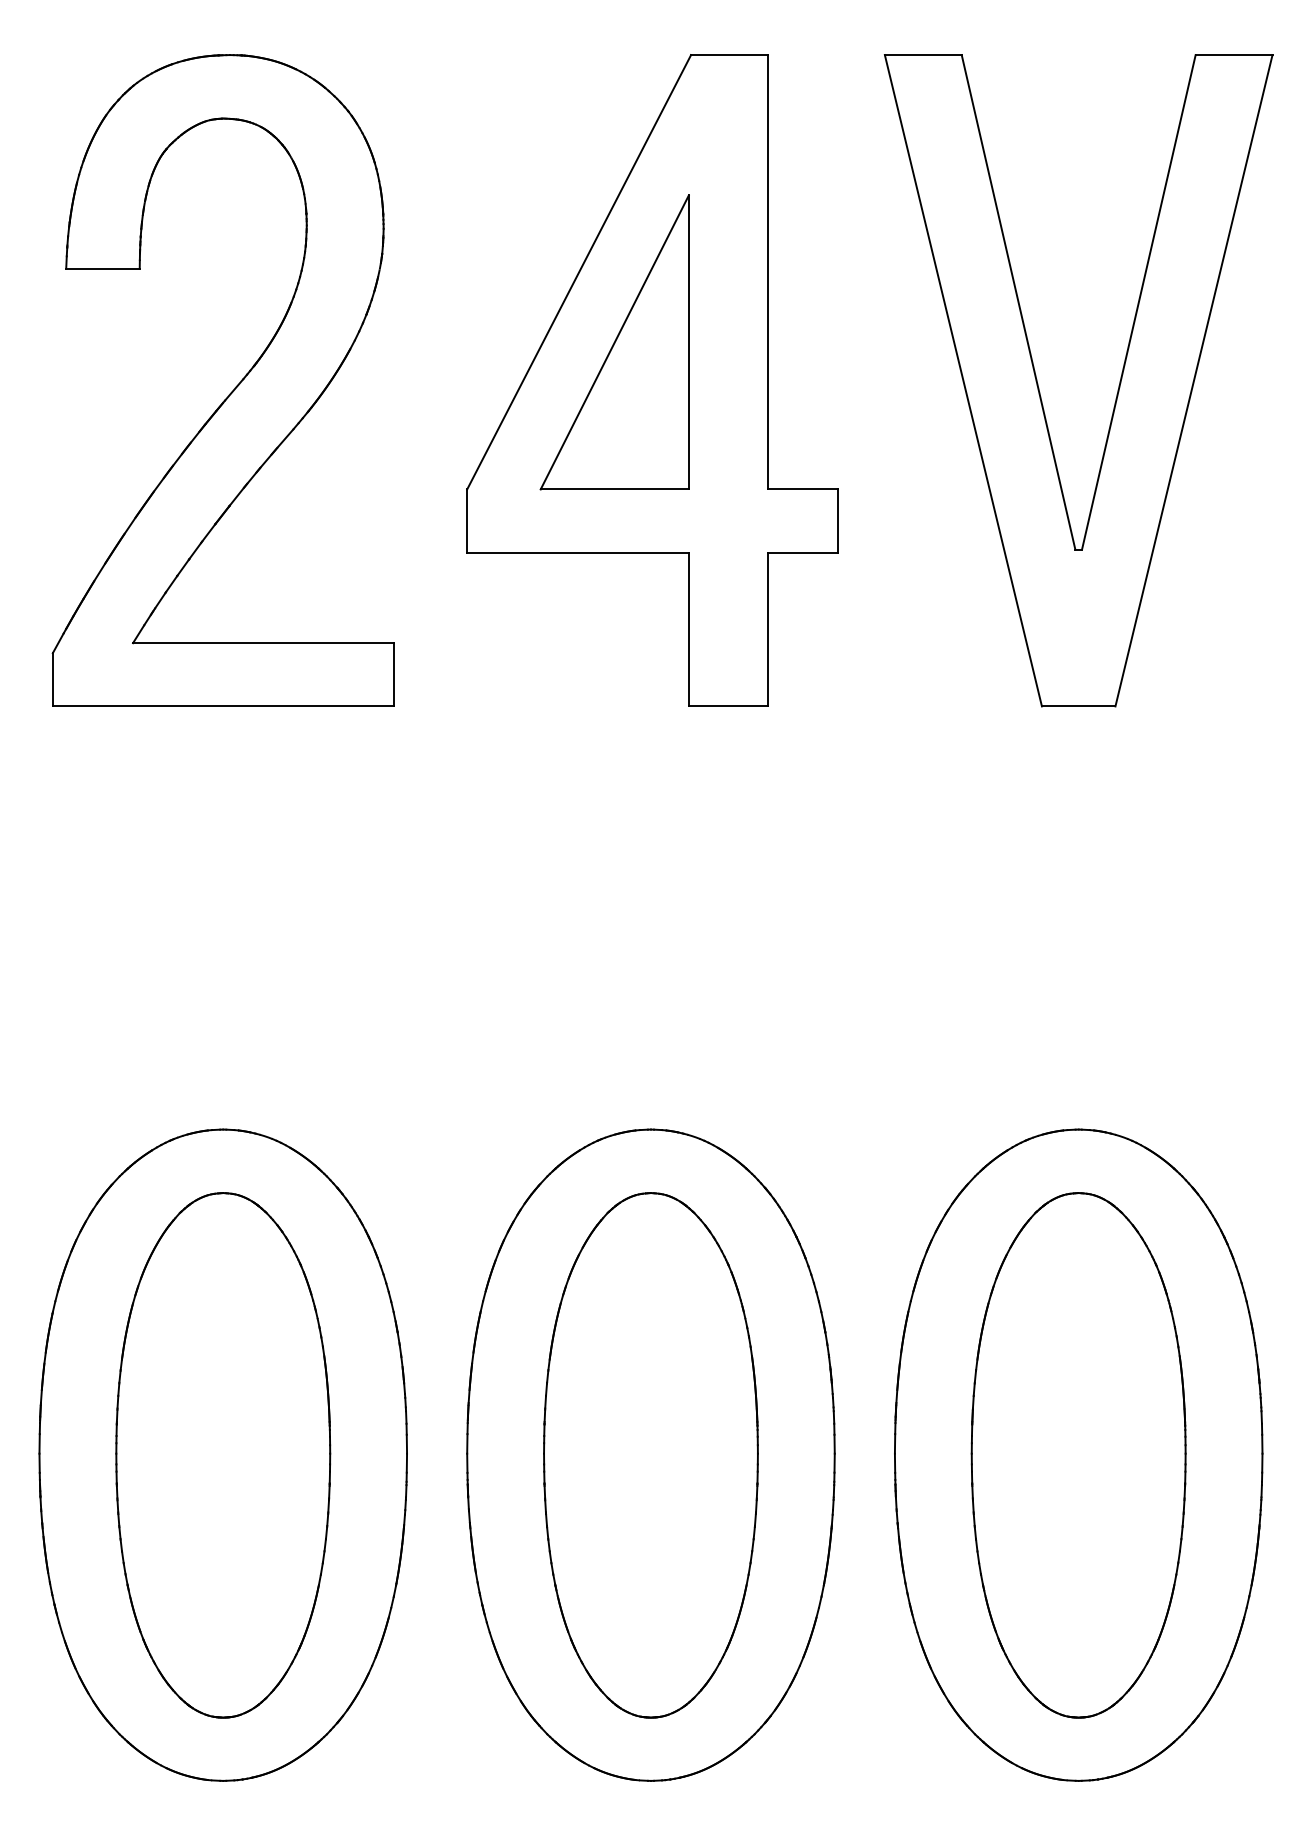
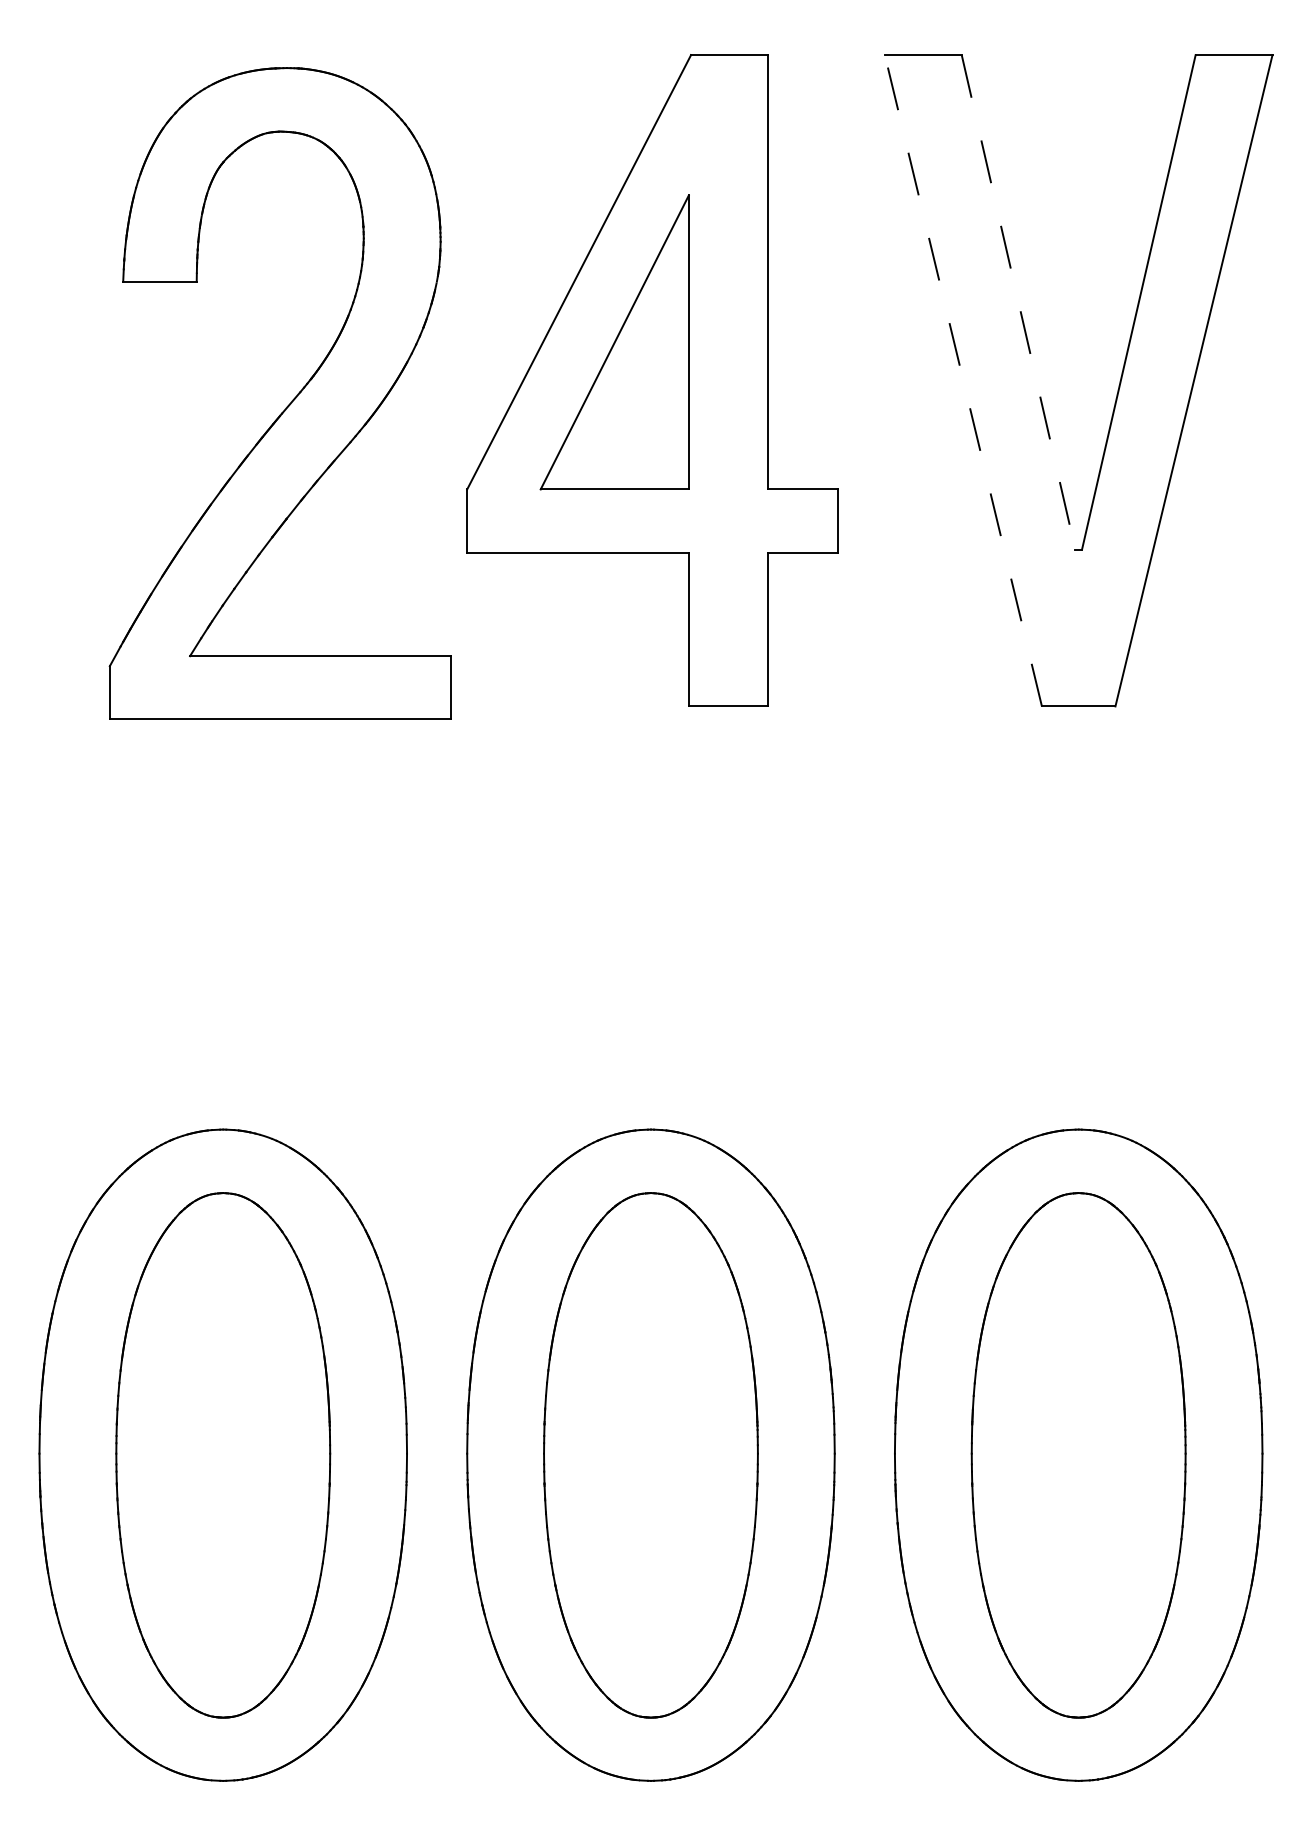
line at (1018, 302): solid -> dashed
line at (963, 380): solid -> dashed
part at (234, 387) position: (234, 387) -> (291, 400)
